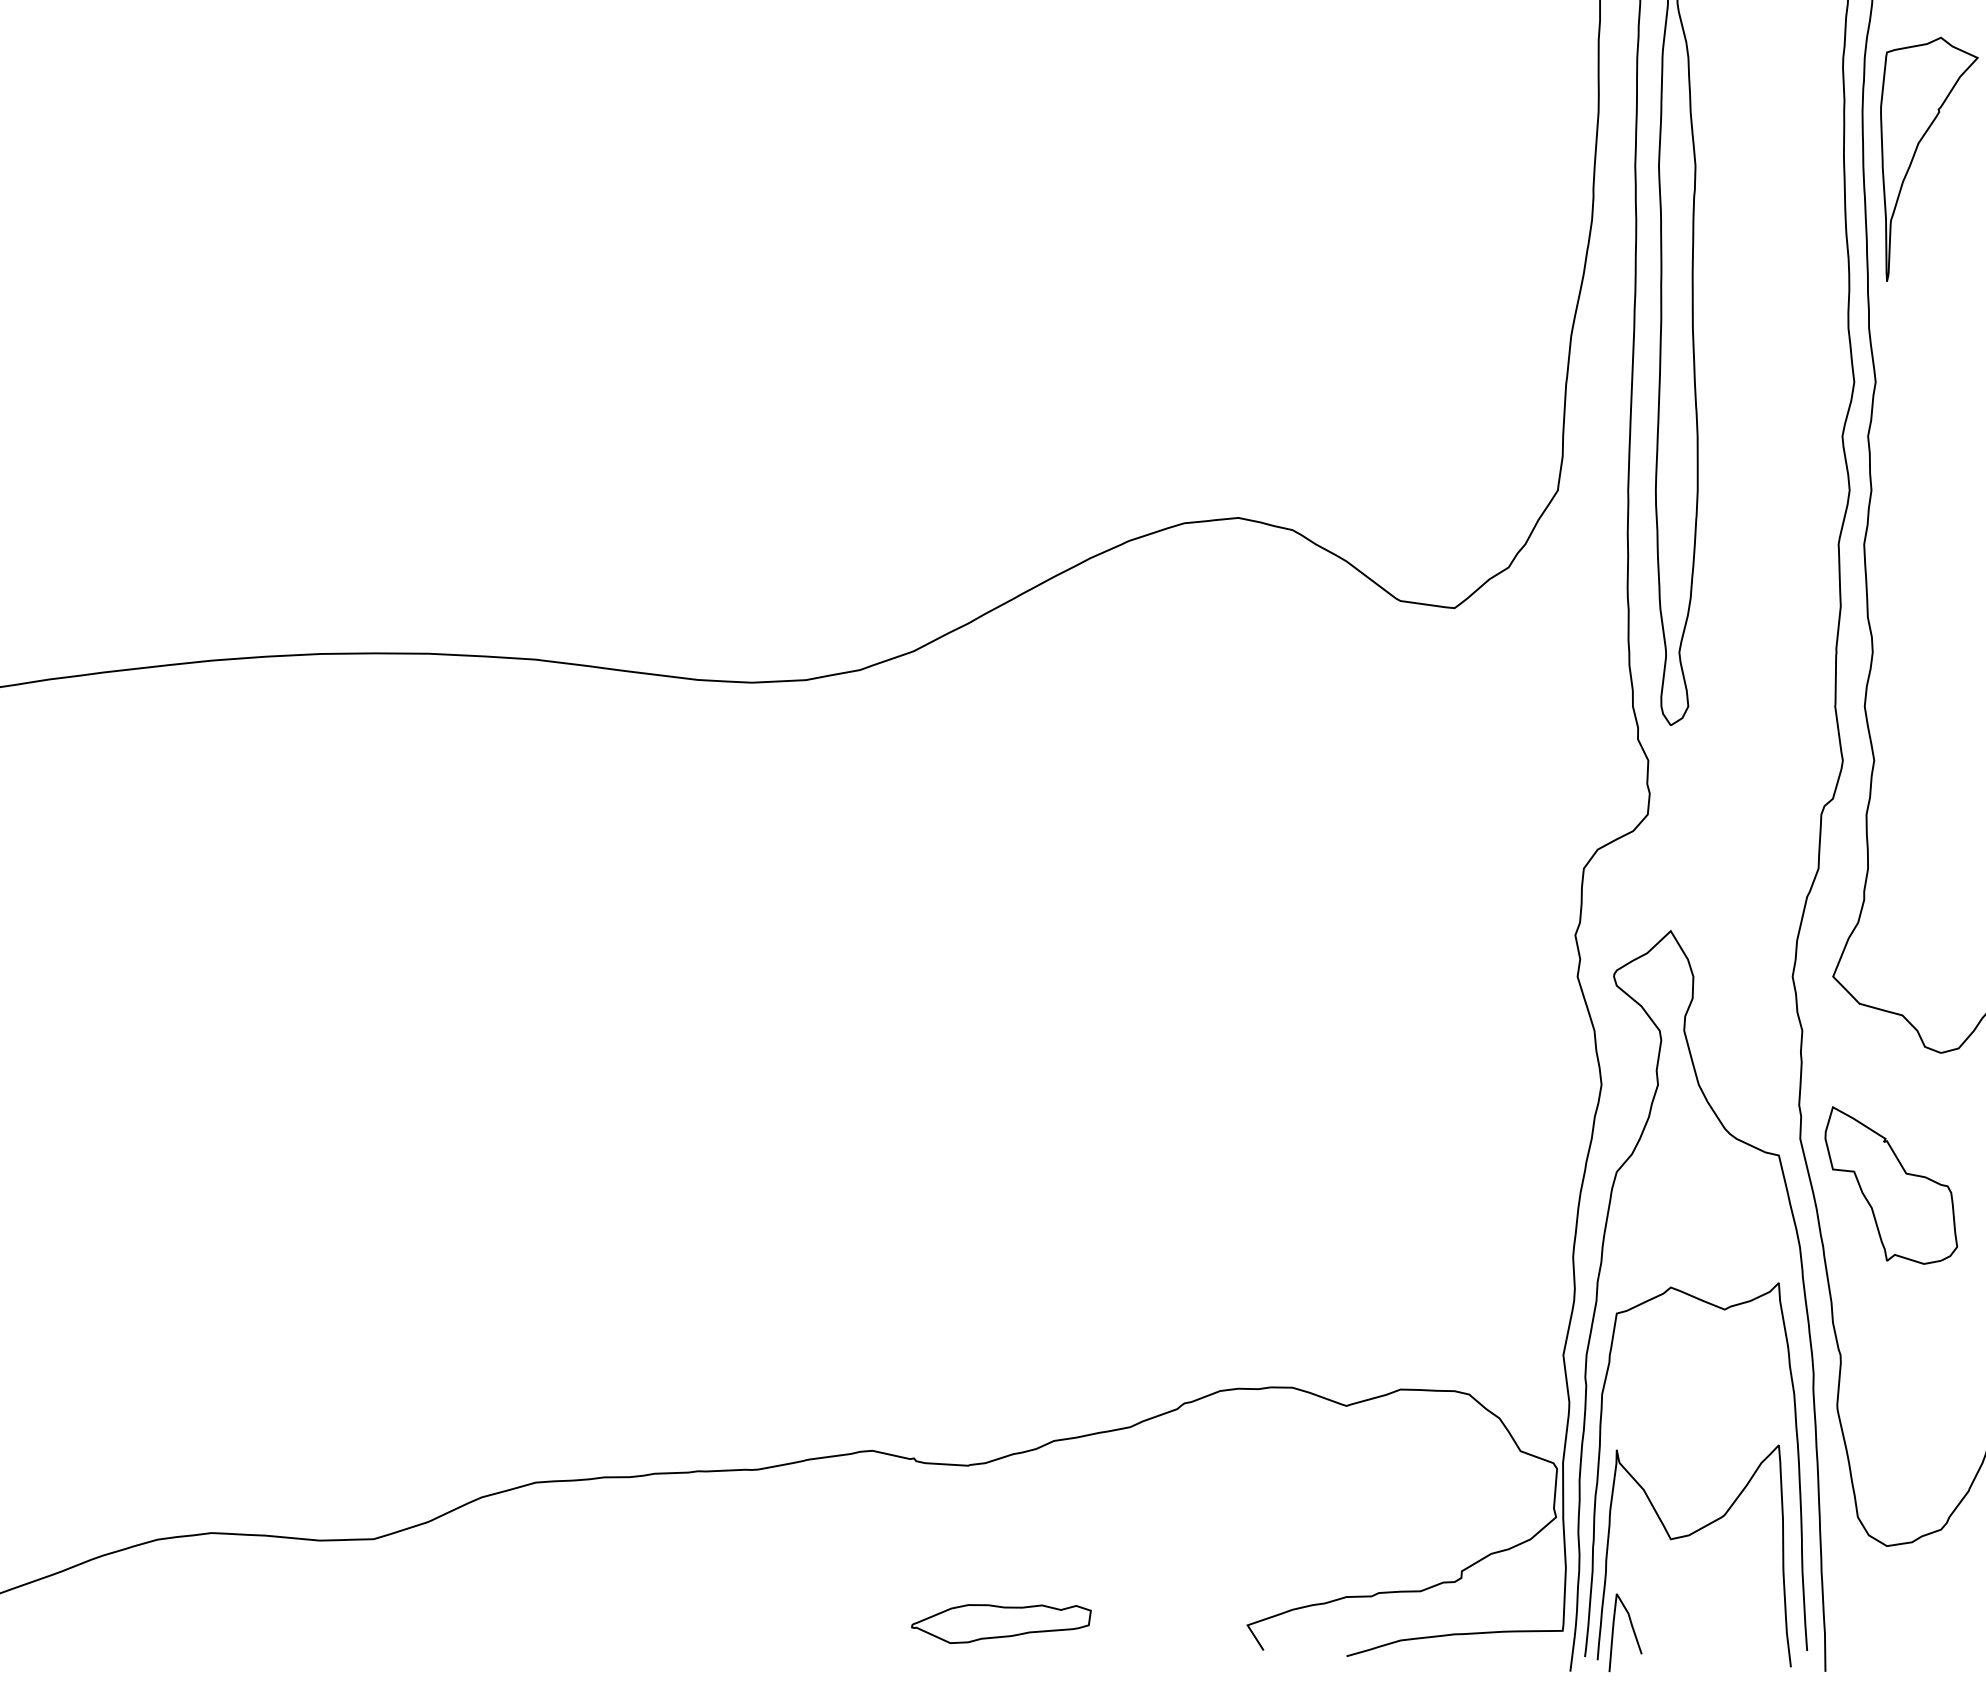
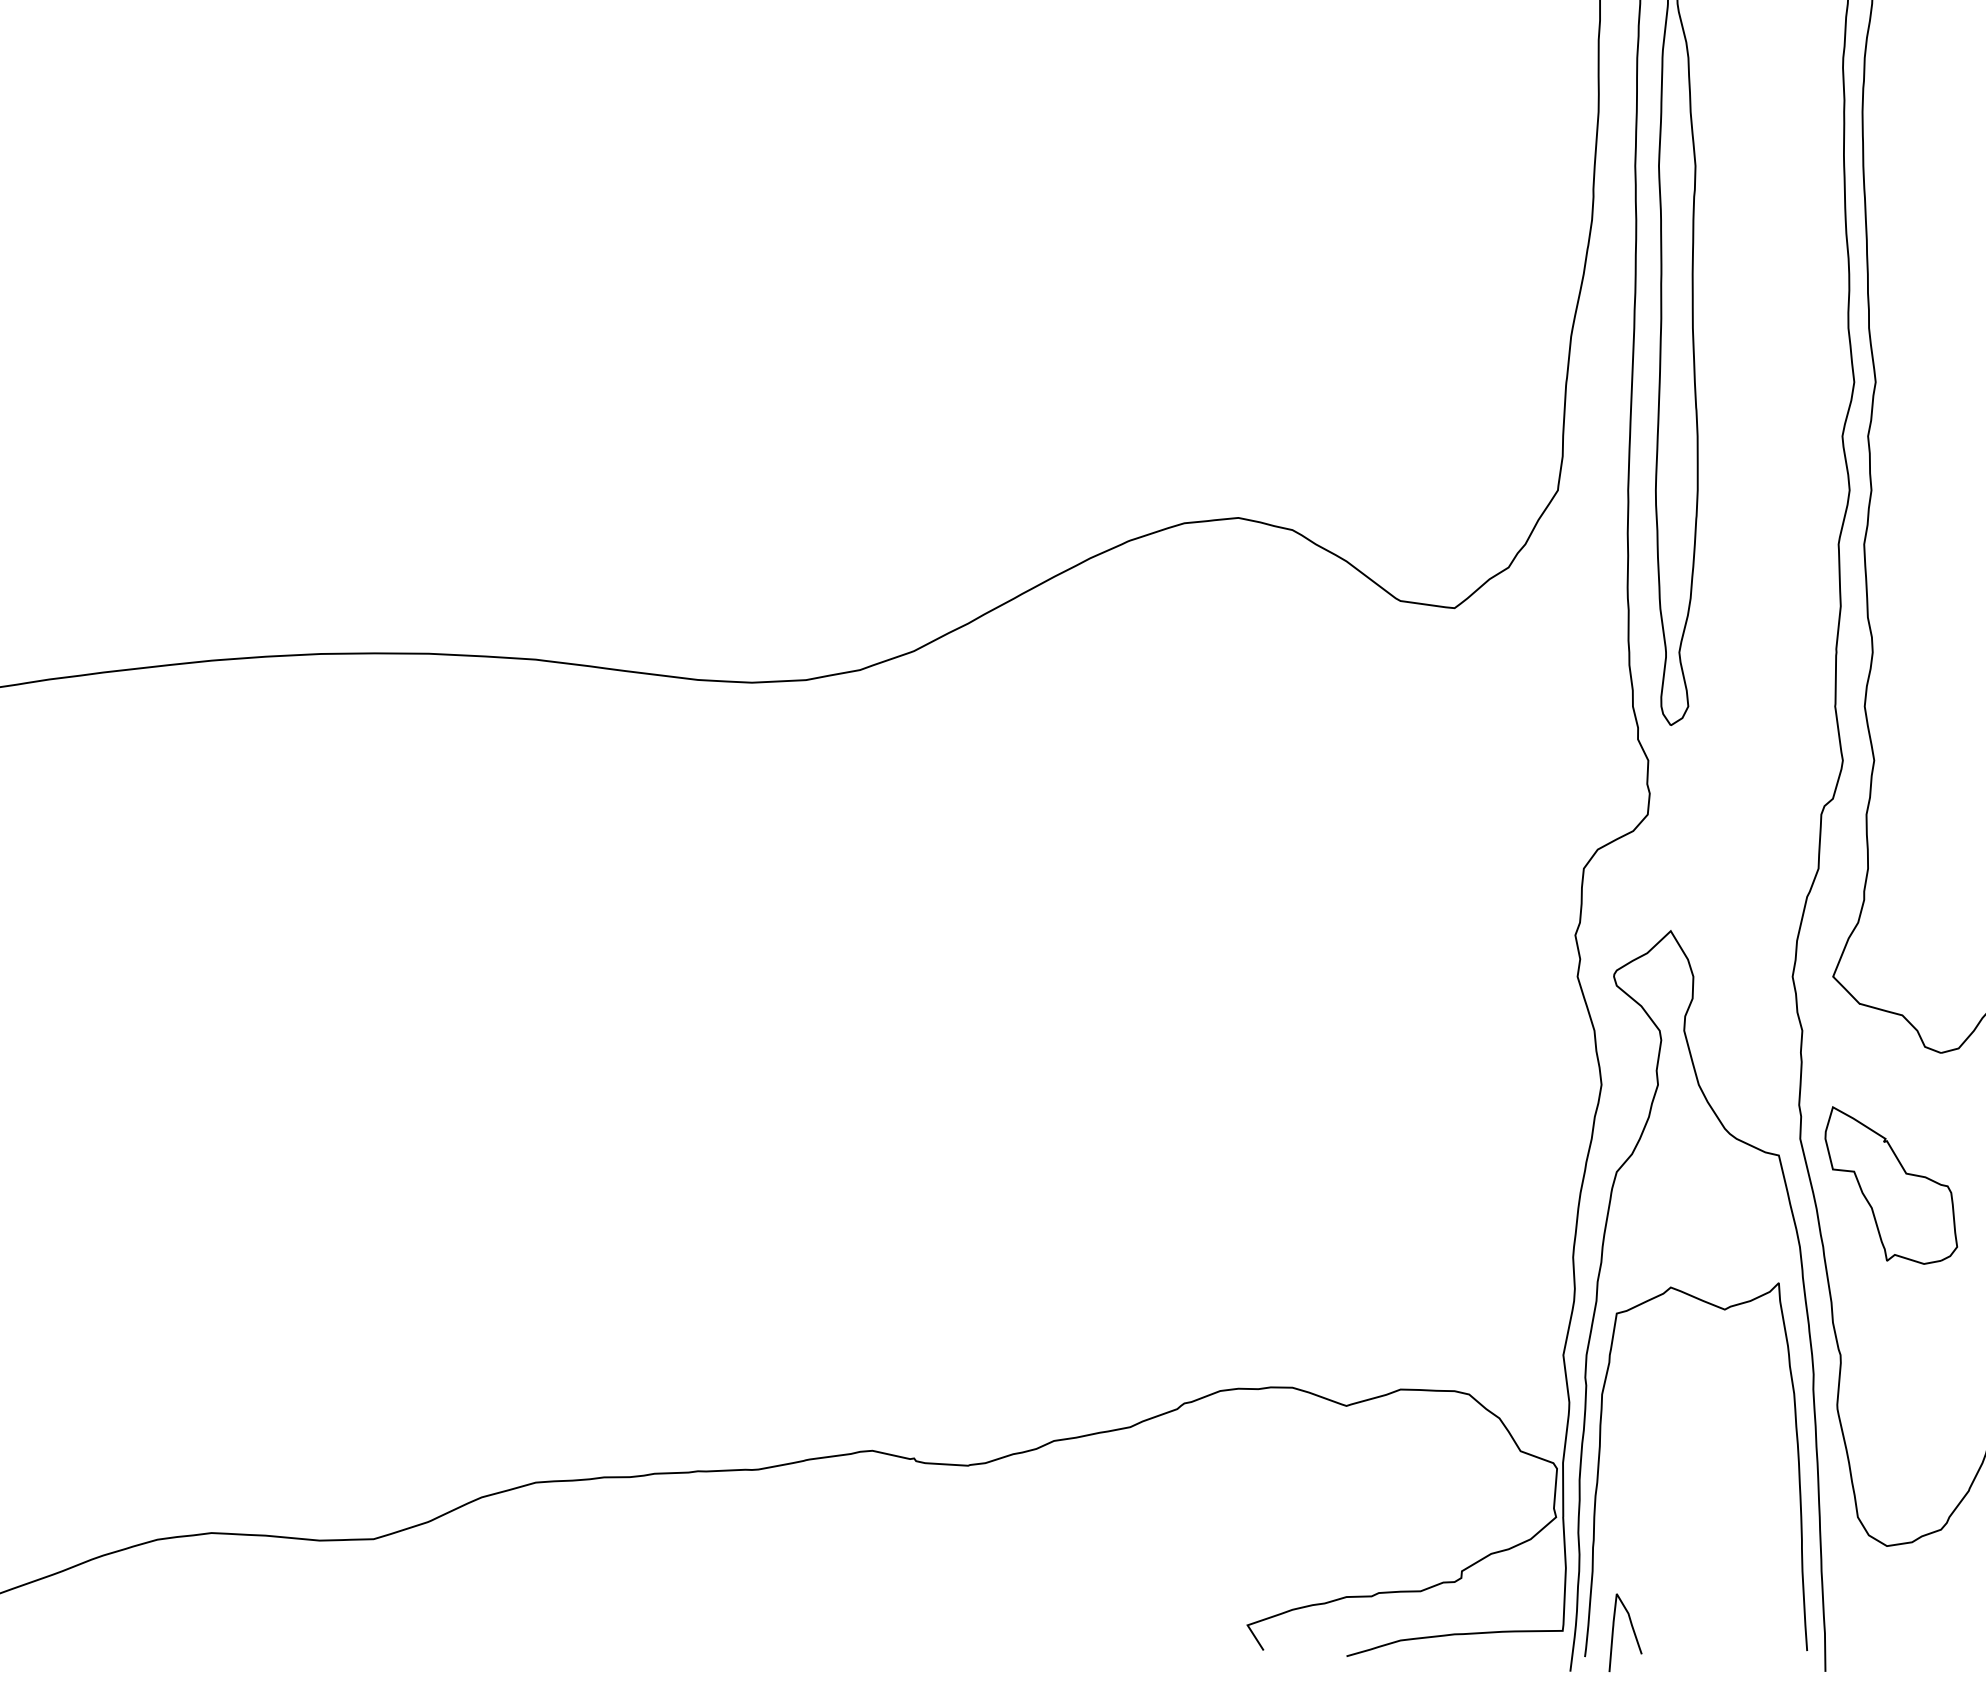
part at (1915, 154): present -> none
curve at (1689, 1536): present -> none
part at (1001, 1623): present -> none
